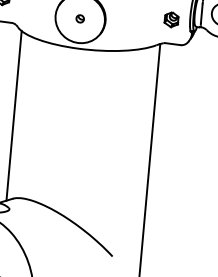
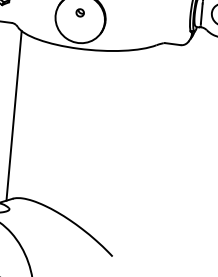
part at (79, 18) position: (79, 18) -> (79, 12)
part at (171, 19): present -> none
line at (149, 158): present -> none
